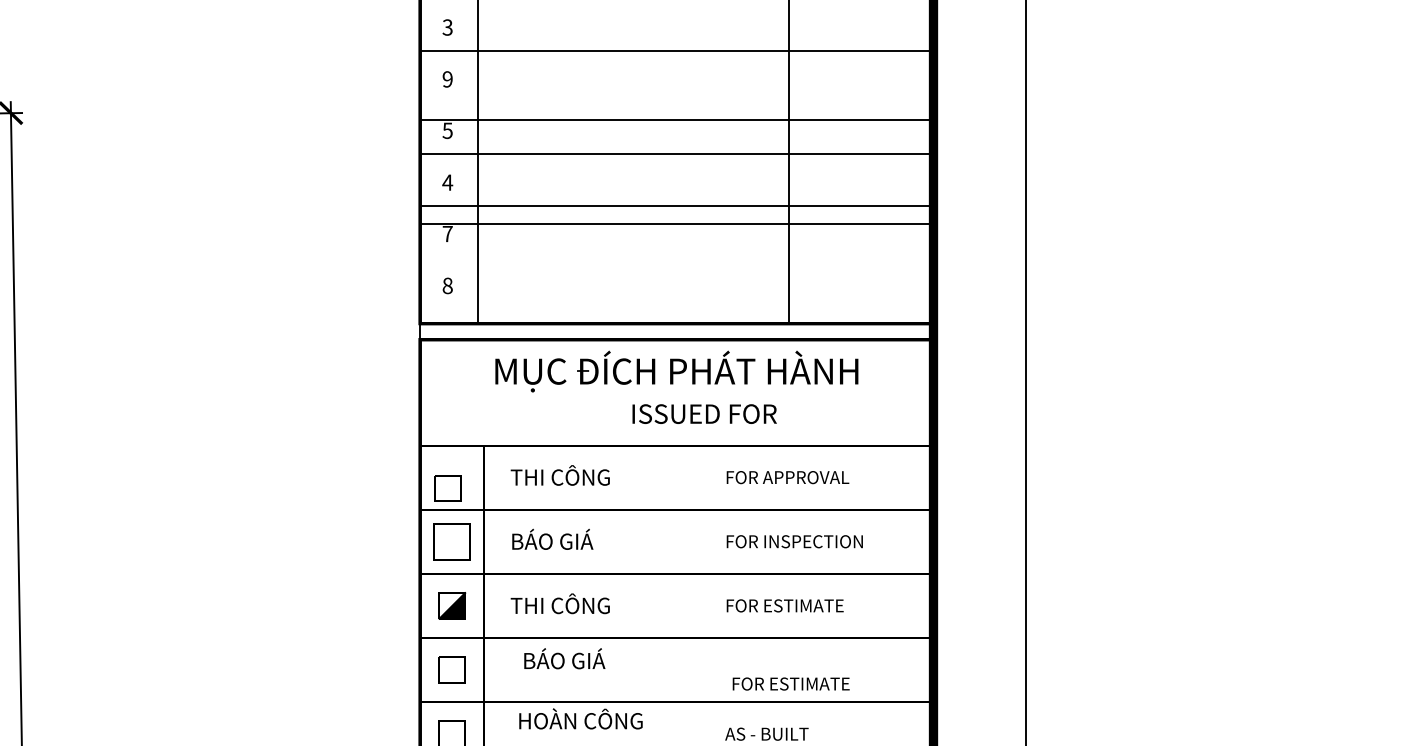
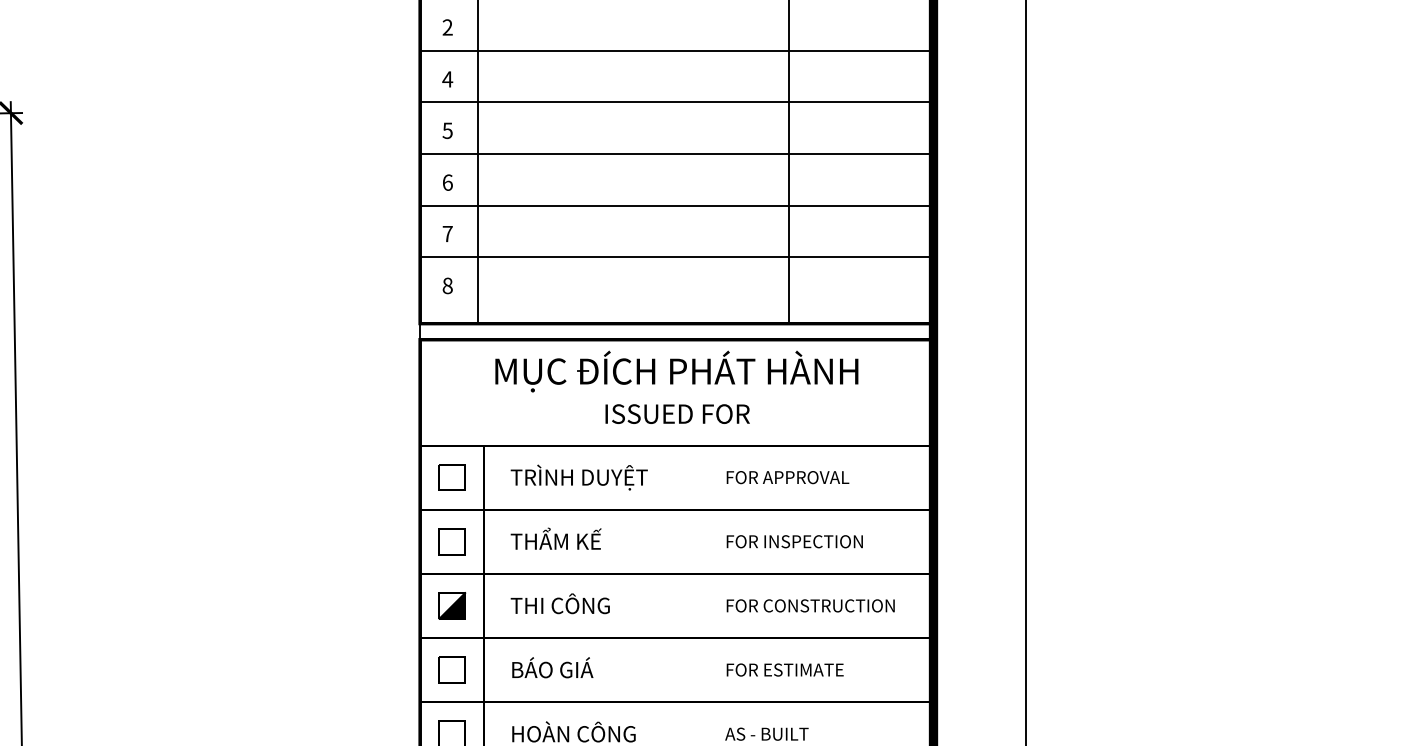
text at (447, 27): 3 -> 2
text at (447, 79): 9 -> 4
line at (676, 120) position: (676, 120) -> (676, 102)
text at (447, 182): 4 -> 6
line at (676, 224) position: (676, 224) -> (676, 257)
text at (704, 413) position: (704, 413) -> (677, 413)
text at (587, 477): THI CÔNG -> TRÌNH DUYỆT
part at (447, 488) position: (447, 488) -> (451, 477)
text at (555, 538): BÁO GIÁ -> THẨM KẾ
part at (451, 541) size: 38x38 px -> 28x28 px
text at (828, 605): FOR ESTIMATE -> FOR CONSTRUCTION
text at (564, 658) position: (564, 658) -> (552, 667)
text at (790, 683) position: (790, 683) -> (784, 669)
text at (580, 718) position: (580, 718) -> (573, 731)
